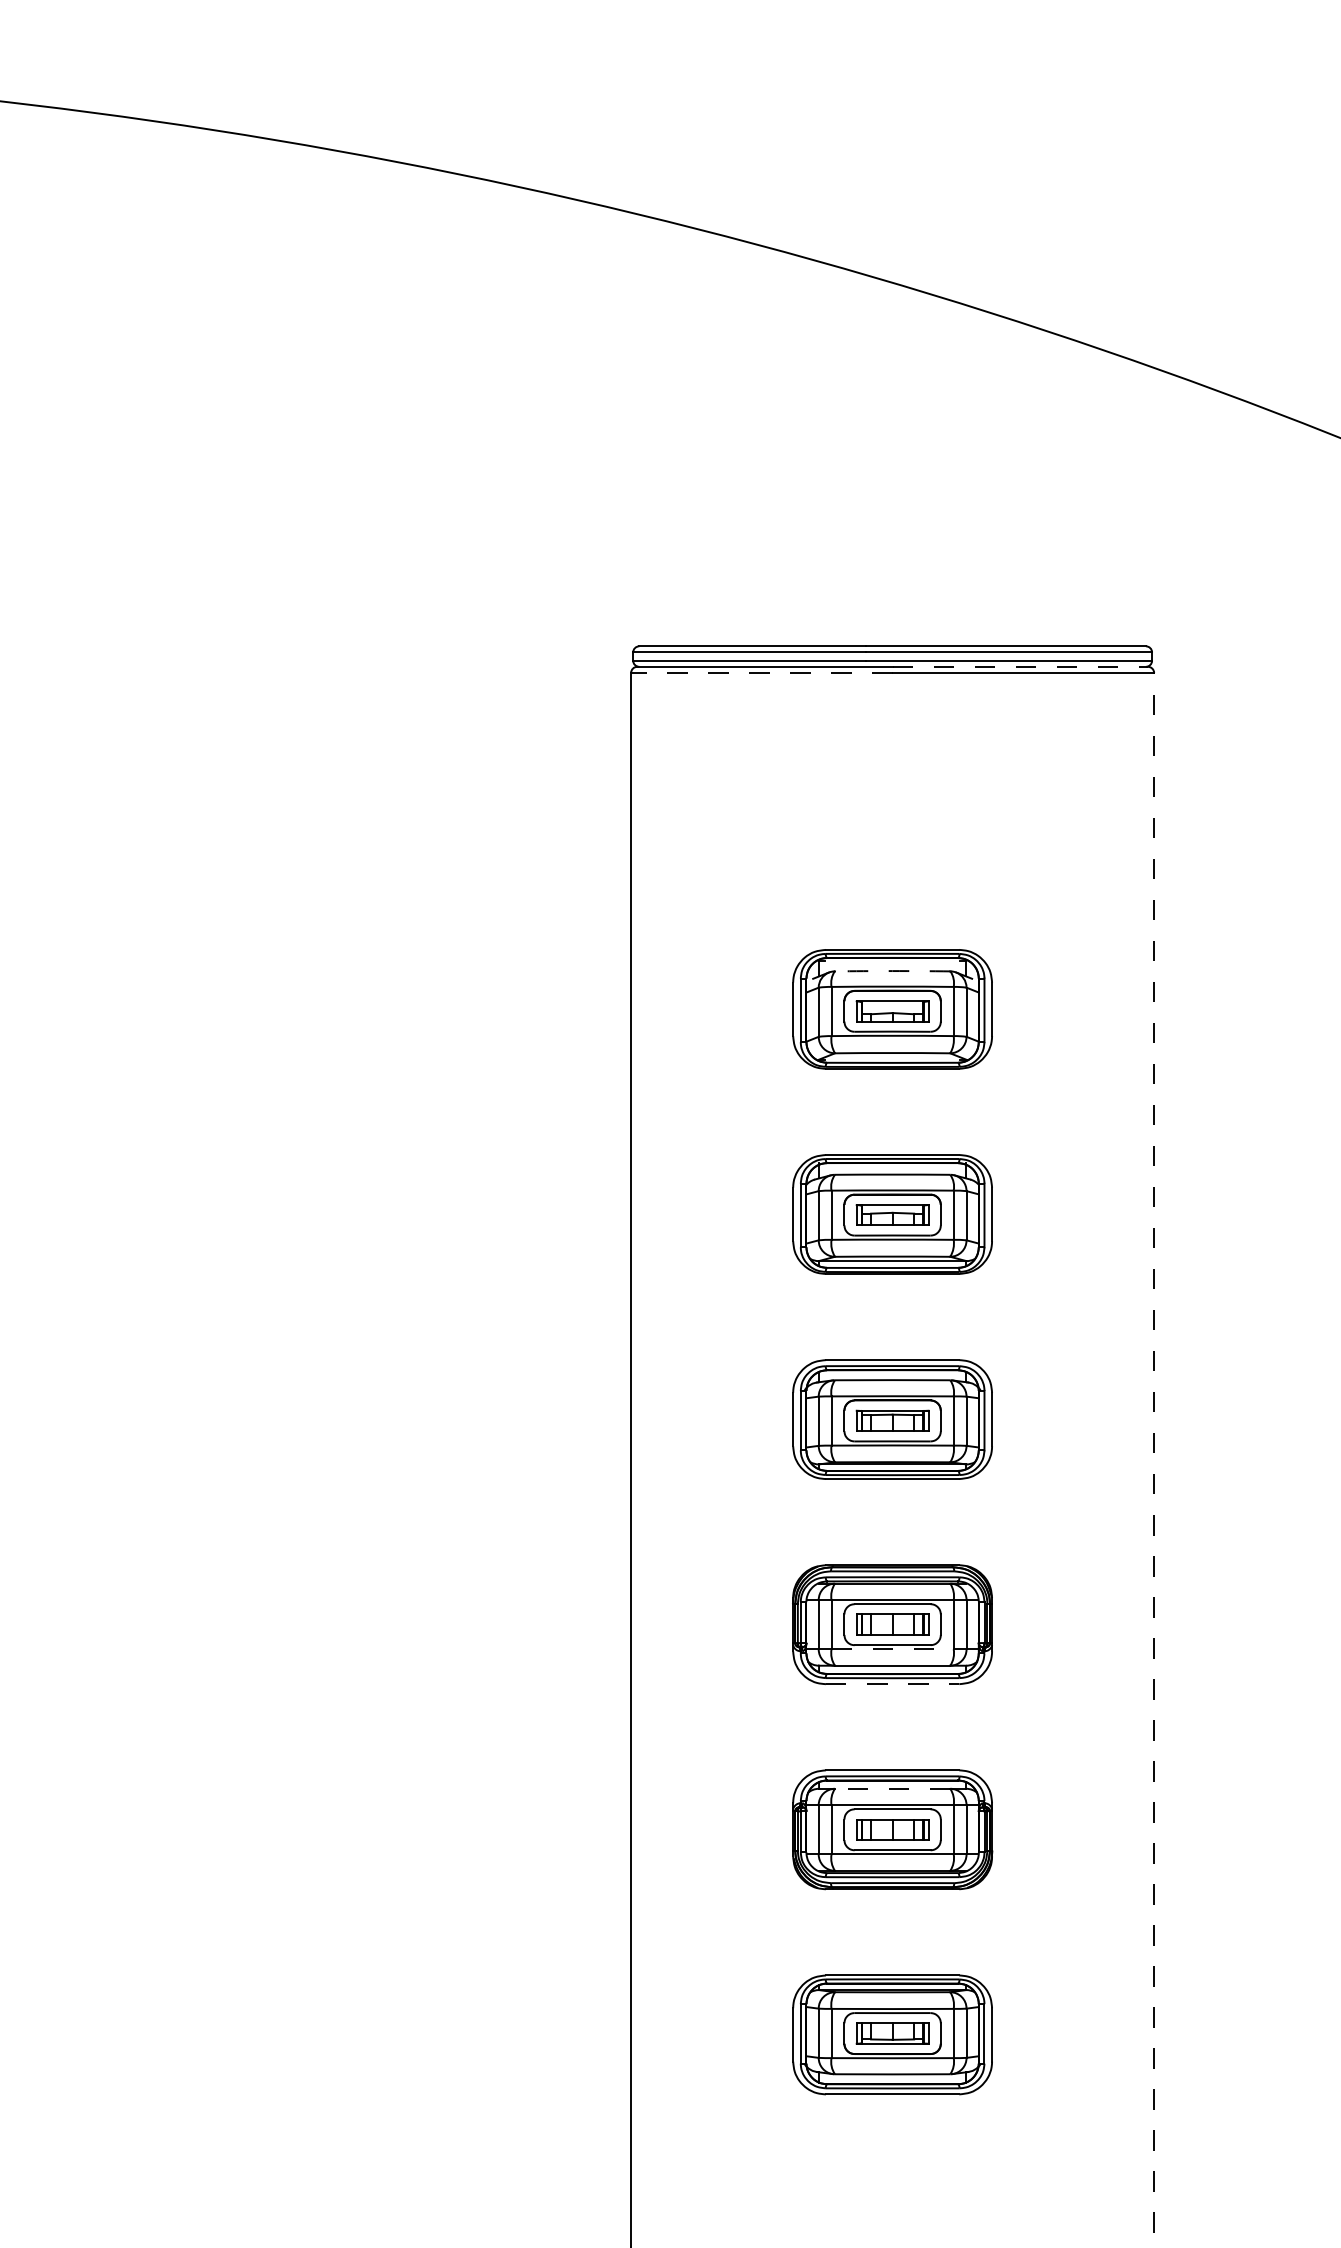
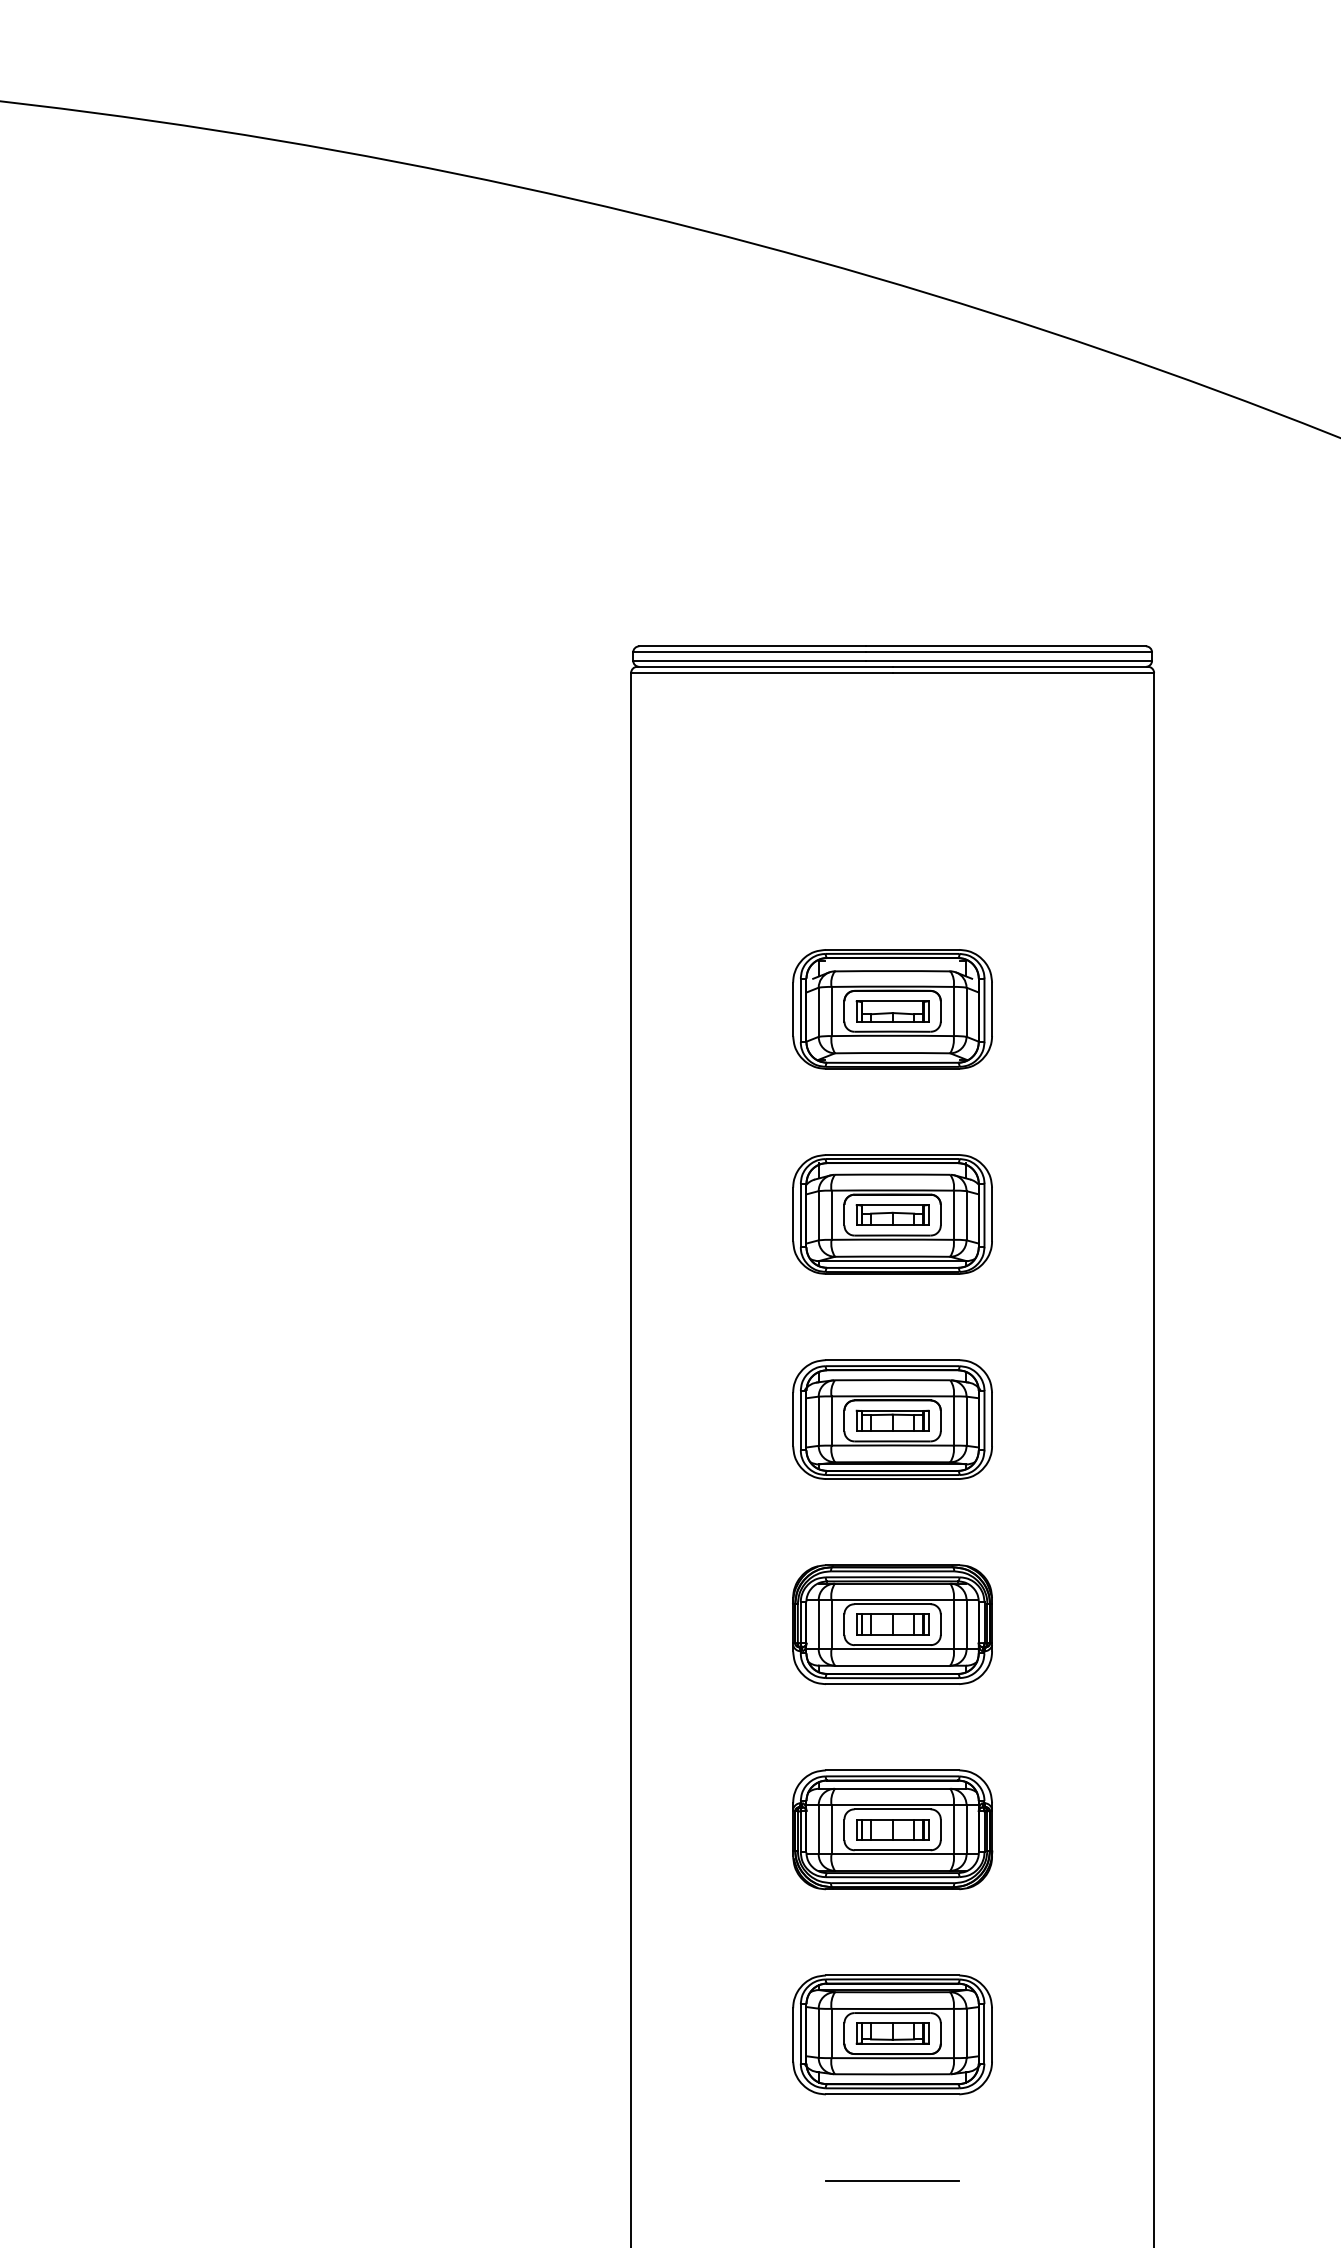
line at (1020, 666): dashed -> solid
line at (761, 672): dashed -> solid
arc at (892, 971): dashed -> solid
line at (1154, 1459): dashed -> solid
line at (893, 1649): dashed -> solid
line at (892, 1684): dashed -> solid
line at (892, 1788): dashed -> solid
line at (892, 2180): none -> present
